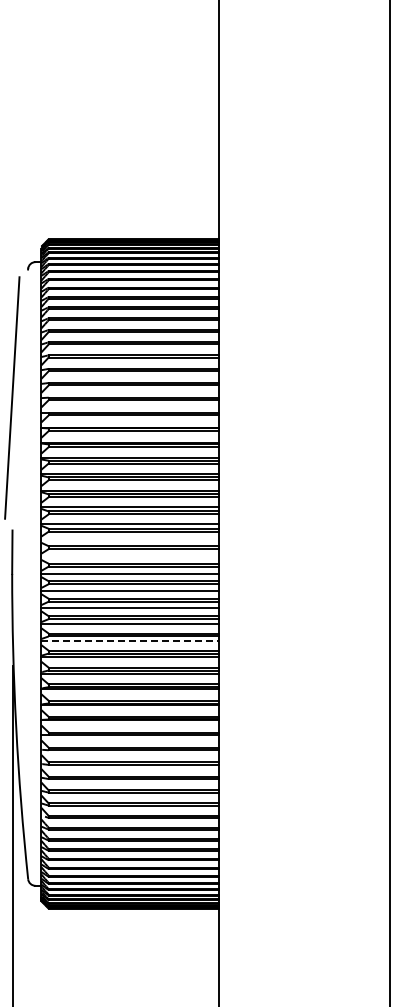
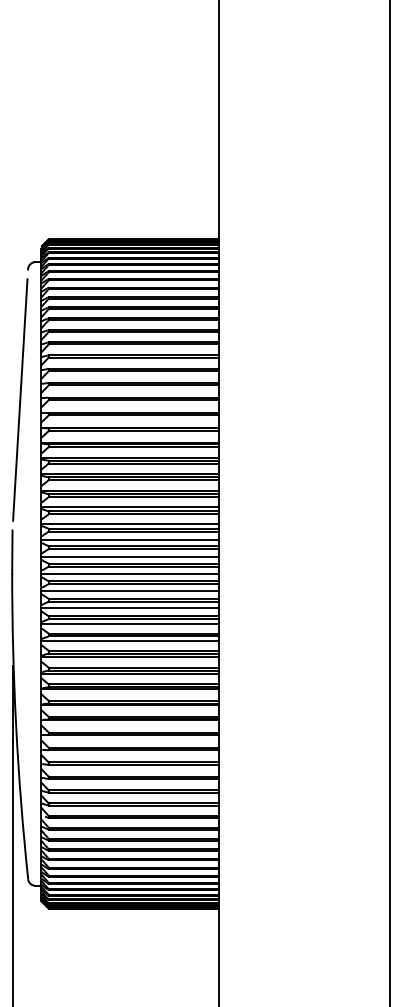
line at (12, 397) position: (12, 397) -> (20, 399)
line at (130, 540): none -> present
line at (130, 557): none -> present
line at (130, 640): dashed -> solid
